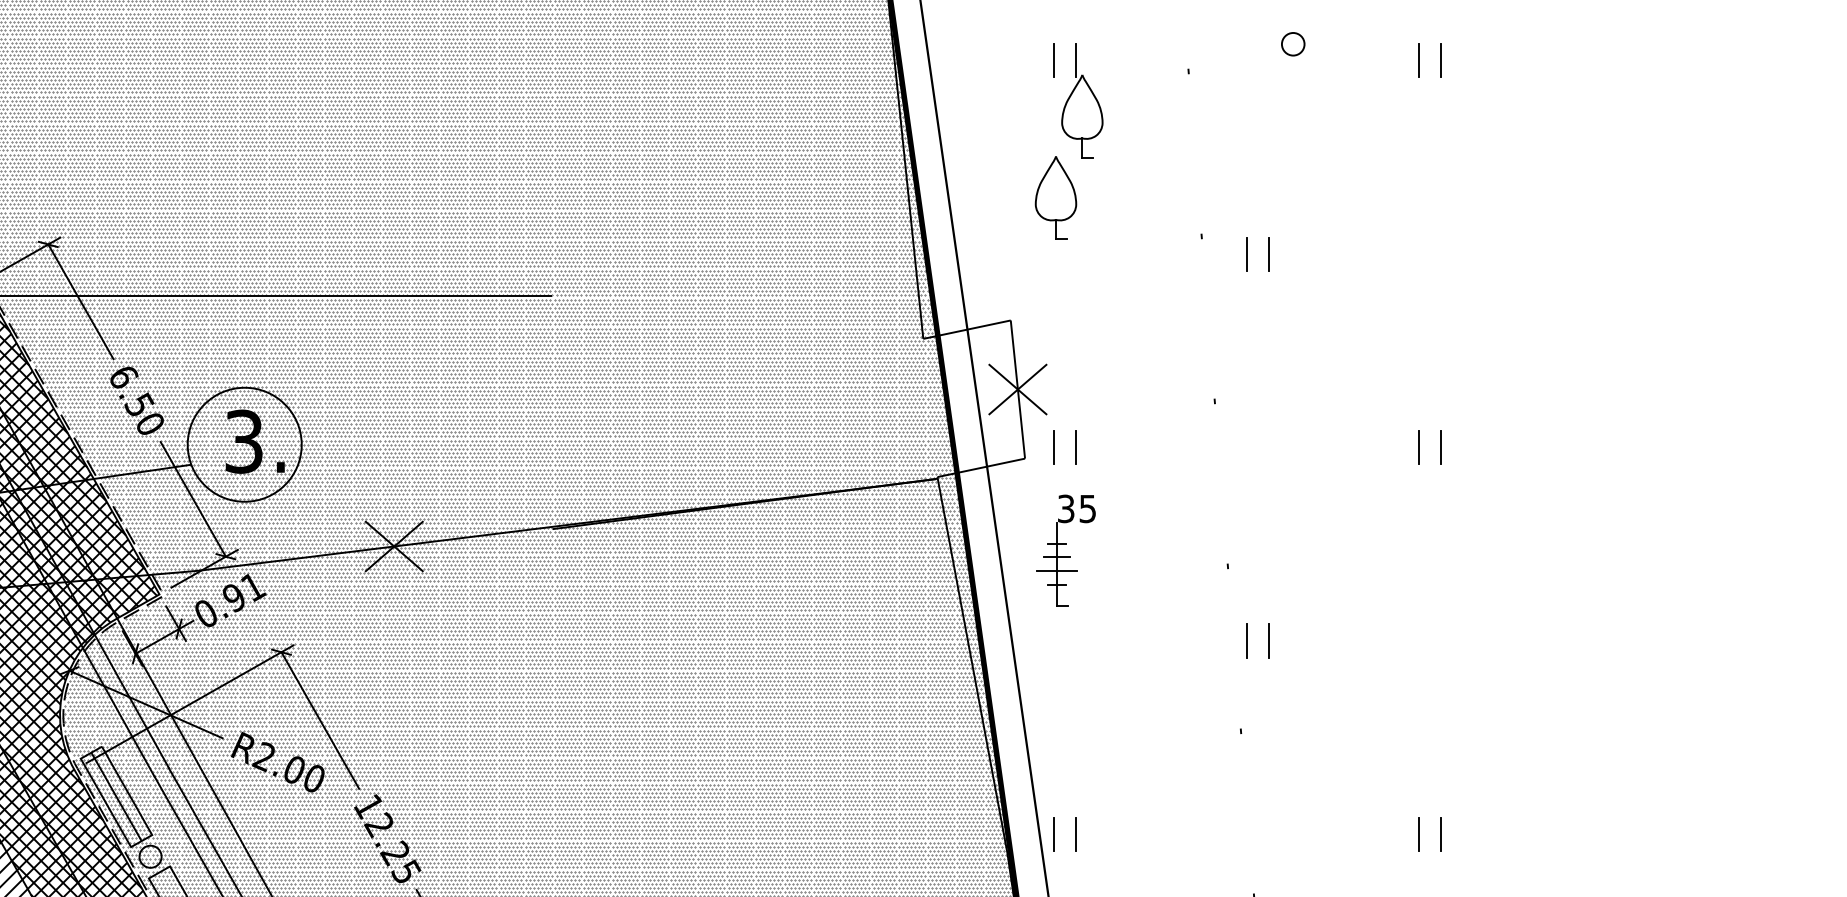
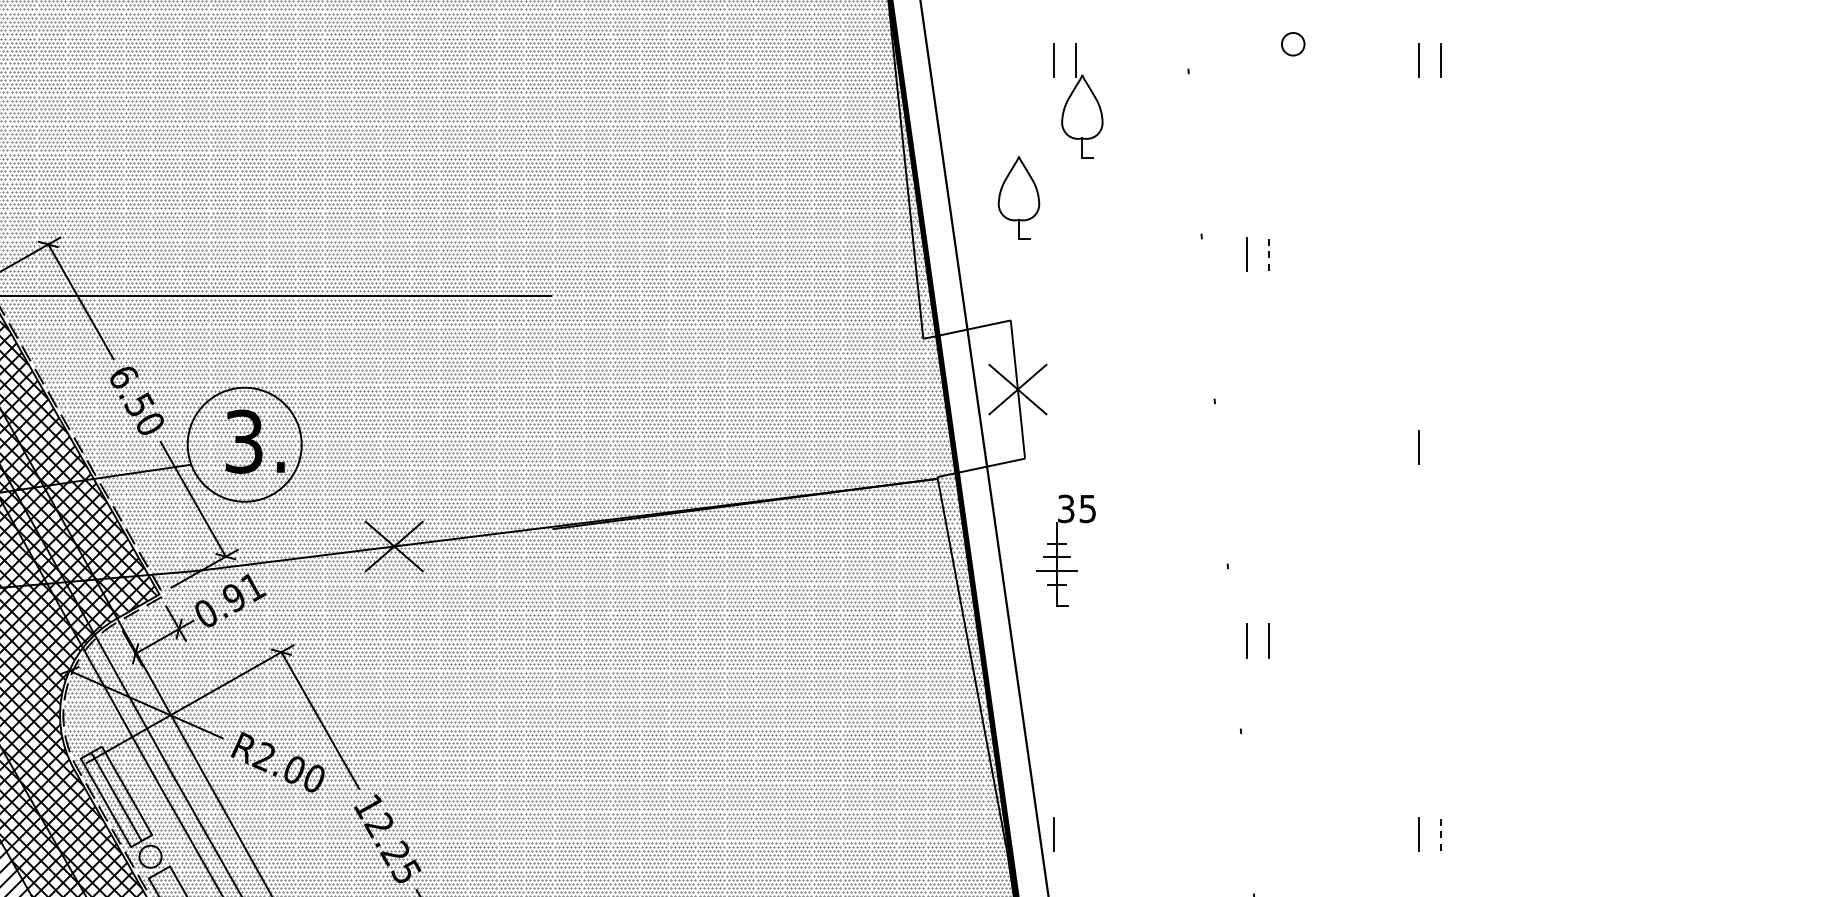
part at (1055, 197) position: (1055, 197) -> (1018, 197)
line at (1269, 254): solid -> dashed
line at (1053, 447): present -> none
line at (1075, 447): present -> none
line at (1440, 447): present -> none
line at (1075, 834): present -> none
line at (1440, 834): solid -> dashed
